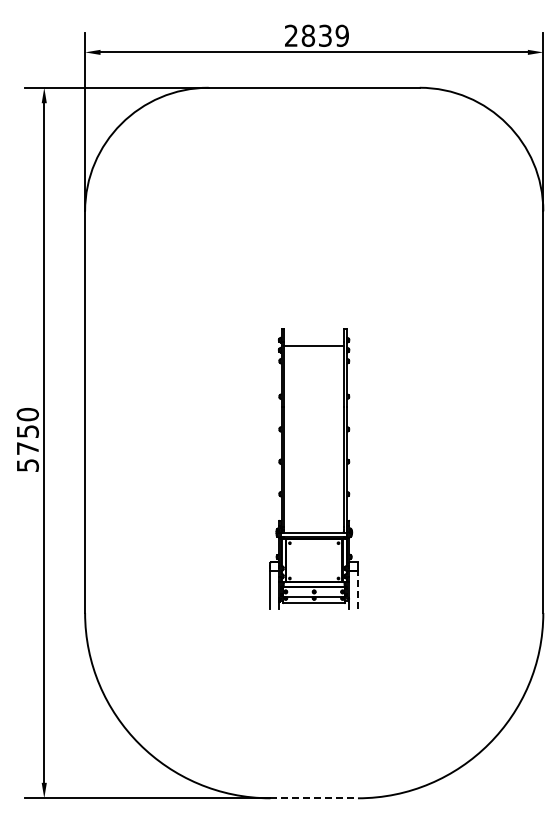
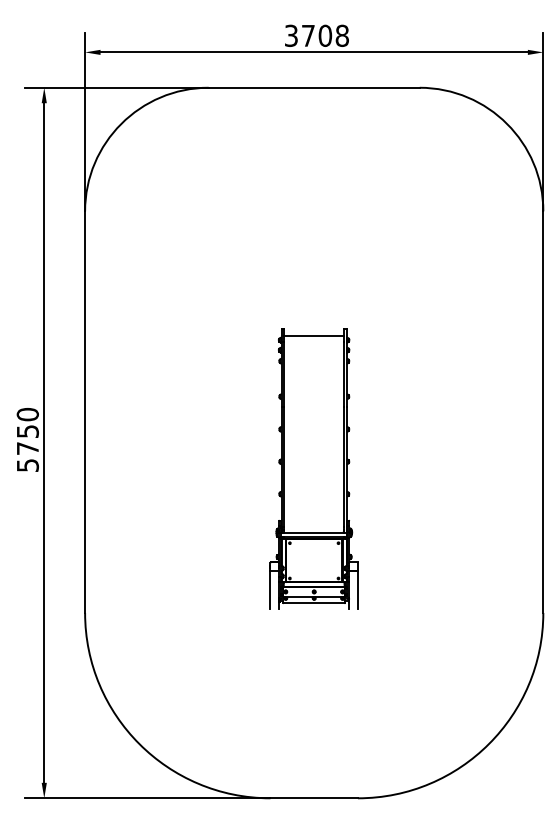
text at (316, 35): 2839 -> 3708
line at (314, 346) position: (314, 346) -> (314, 336)
line at (357, 589): dashed -> solid
line at (314, 798): dashed -> solid
